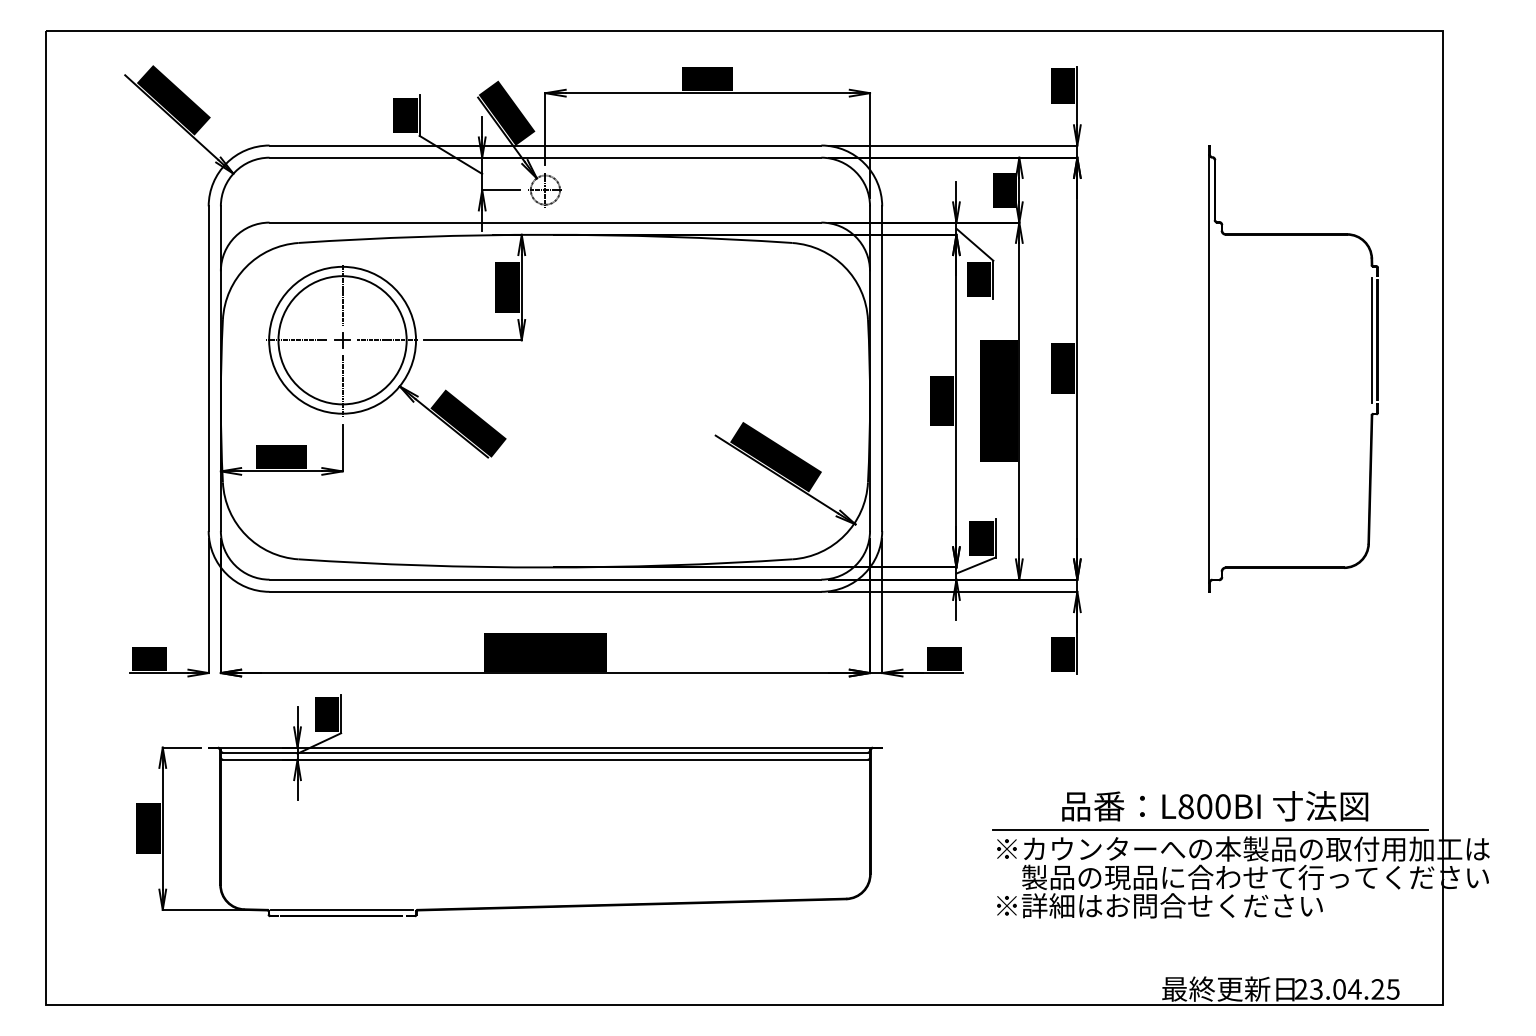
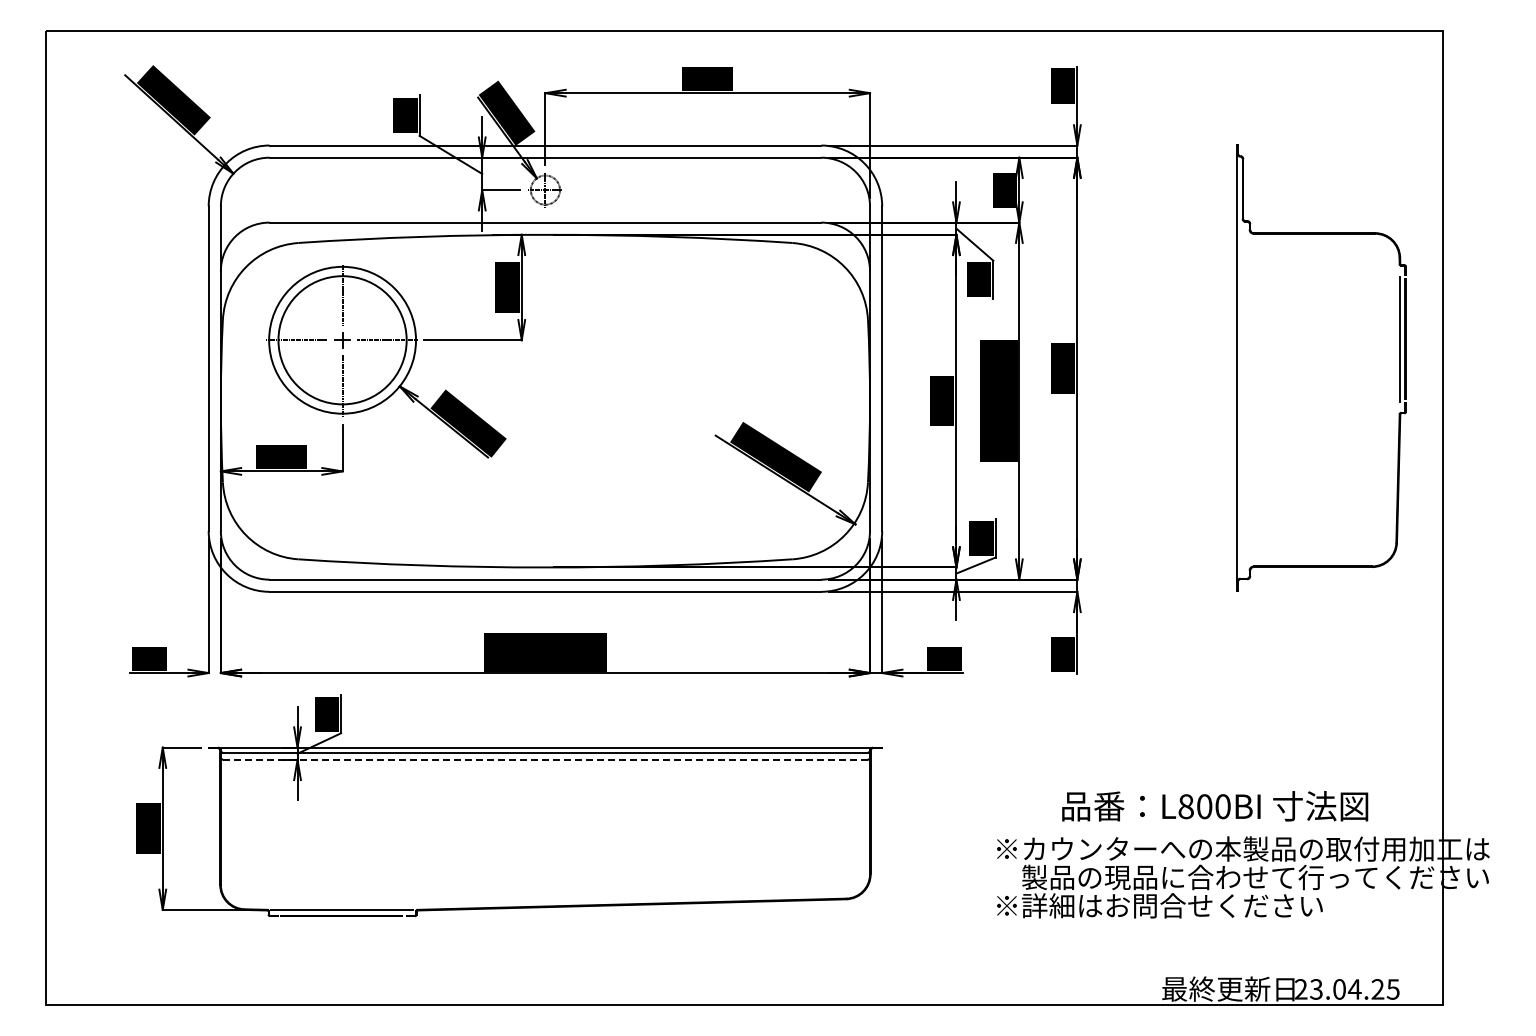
part at (1371, 368) position: (1371, 368) -> (1399, 367)
line at (544, 759): solid -> dashed
line at (1210, 829): present -> none
